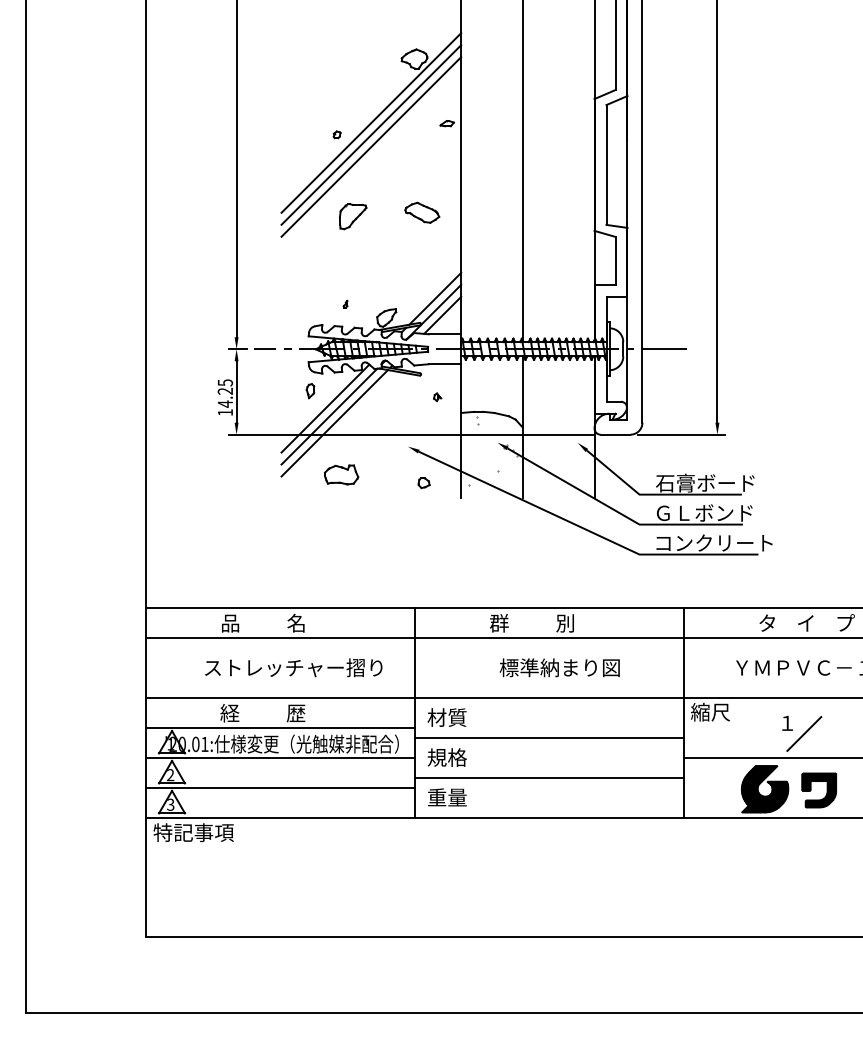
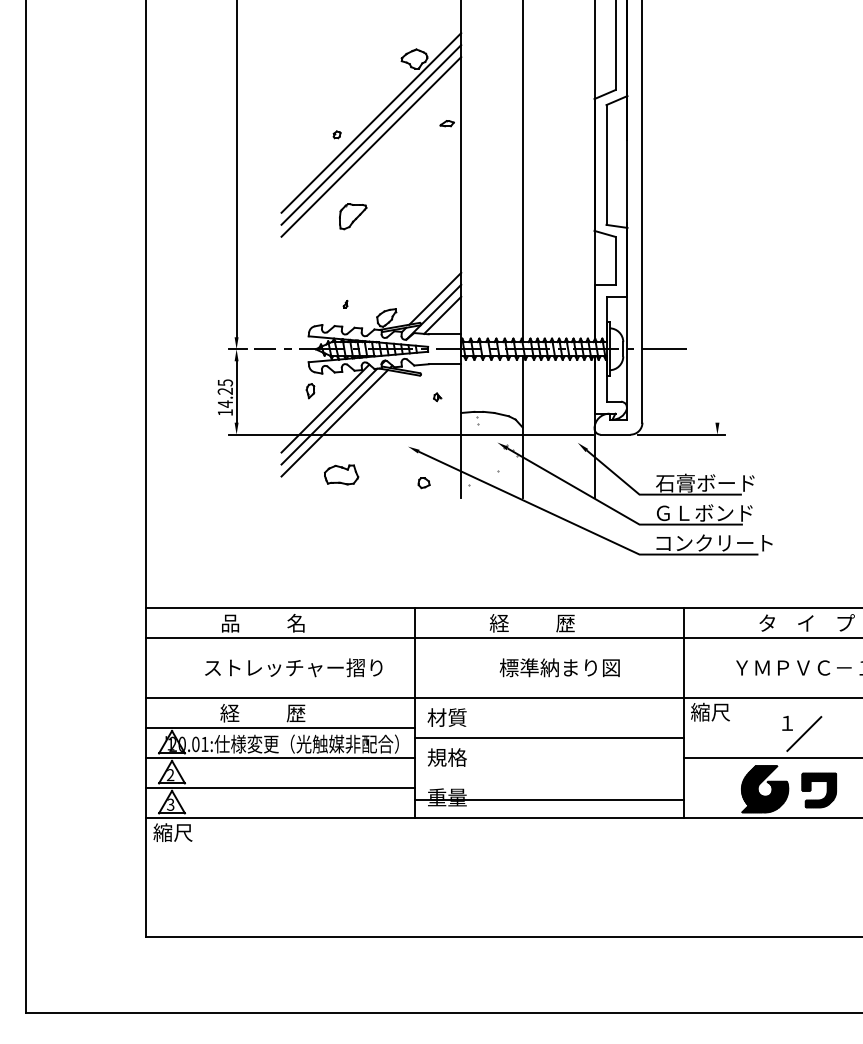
part at (422, 212): present -> none
line at (717, 212): present -> none
text at (531, 623): 群          別 -> 経          歴
line at (549, 777) position: (549, 777) -> (549, 799)
text at (193, 832): 特記事項 -> 縮尺
